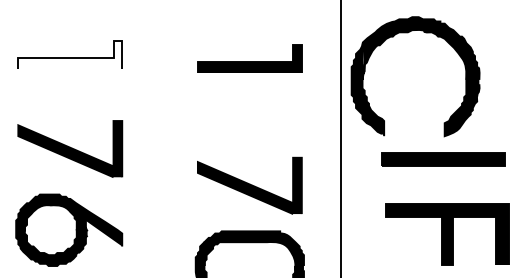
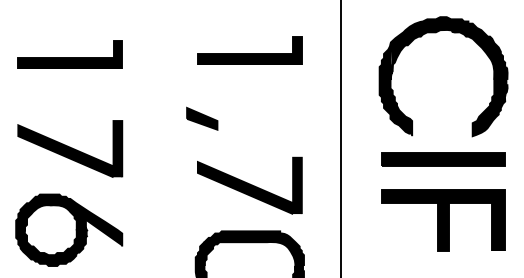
part at (408, 33) position: (408, 33) -> (436, 33)
fill at (70, 54): none -> present
part at (249, 58) position: (249, 58) -> (249, 50)
part at (202, 118): none -> present
part at (447, 234) position: (447, 234) -> (443, 220)
